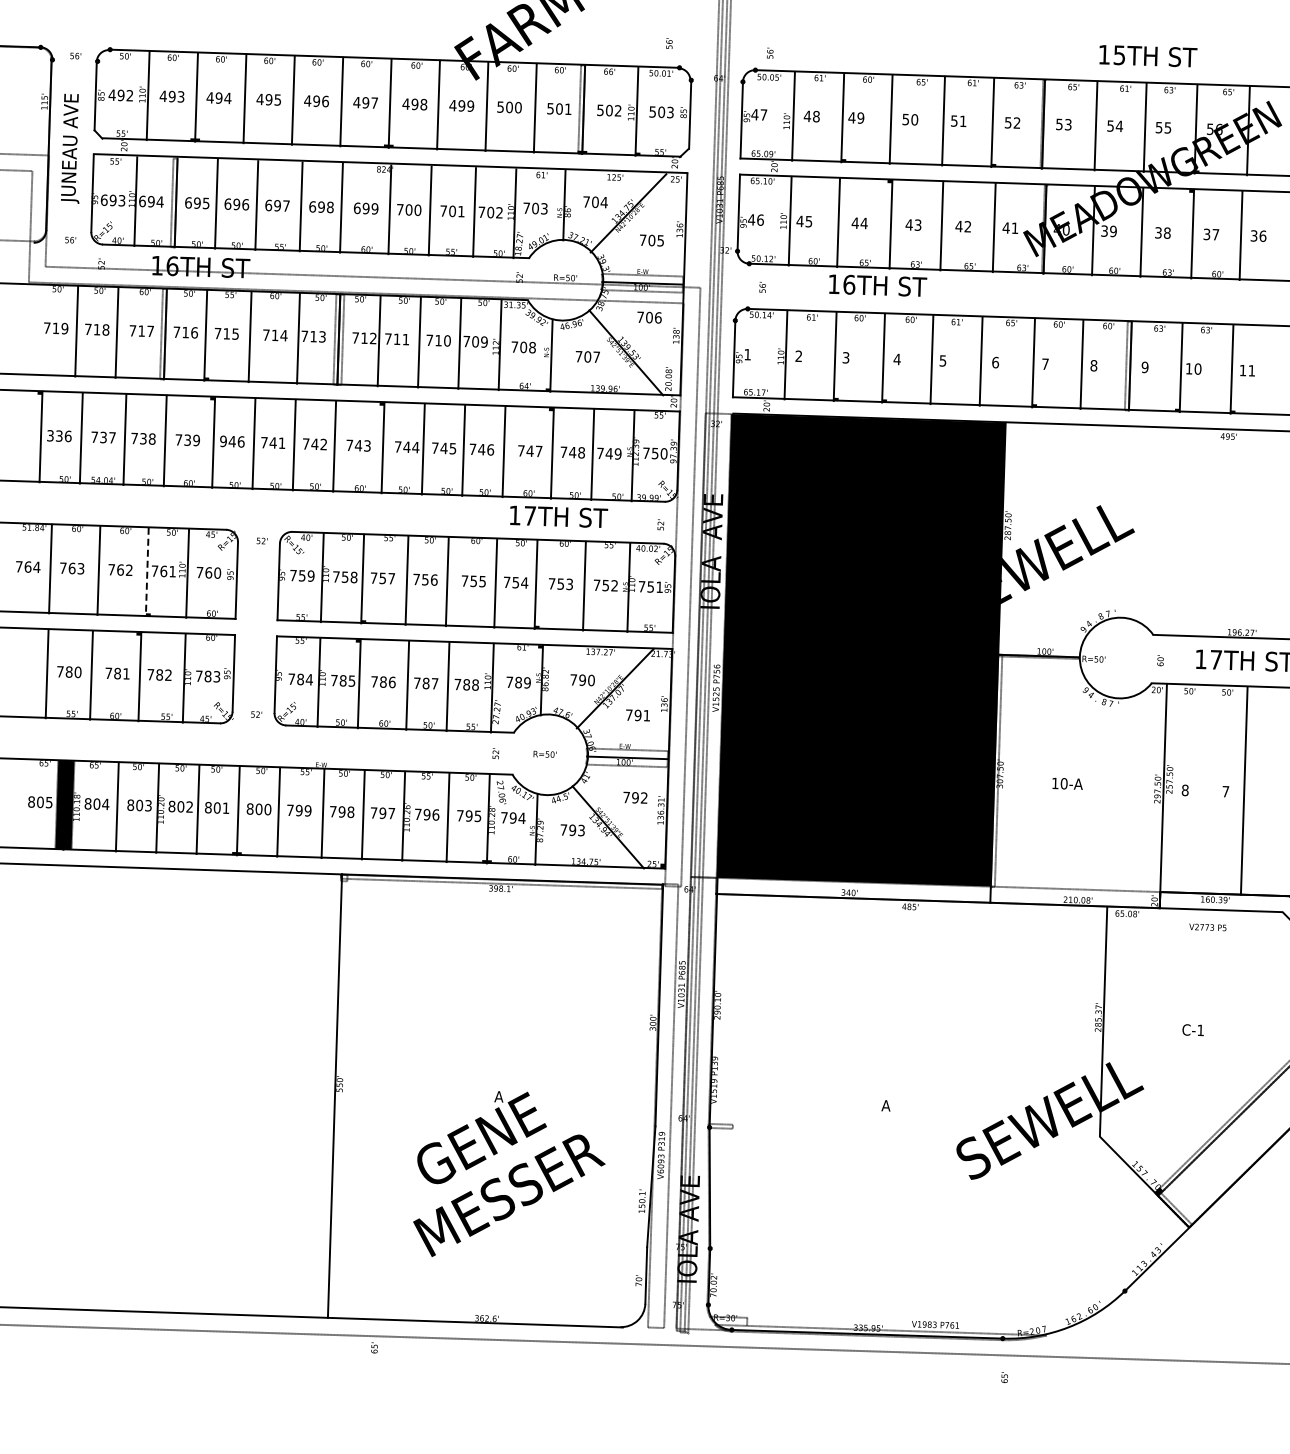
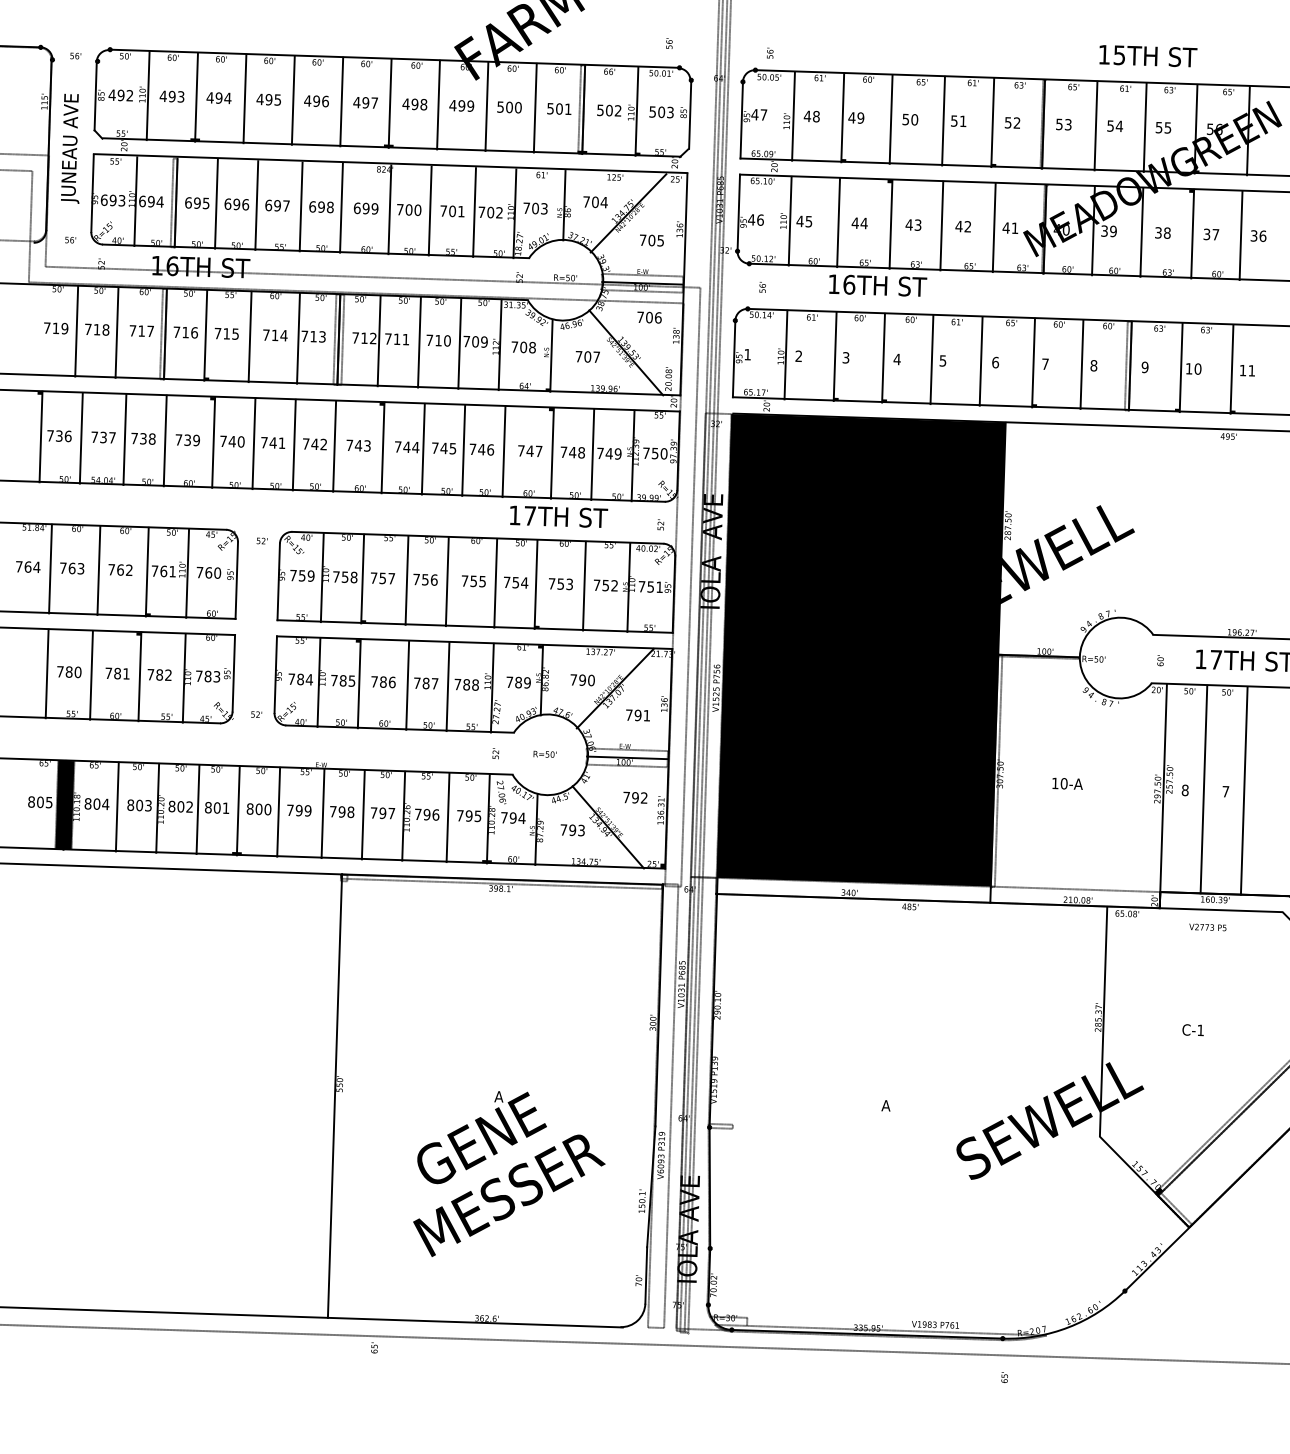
text at (50, 435): 336 -> 736
text at (232, 441): 946 -> 740
line at (147, 572): dashed -> solid
line at (1203, 789): none -> present
